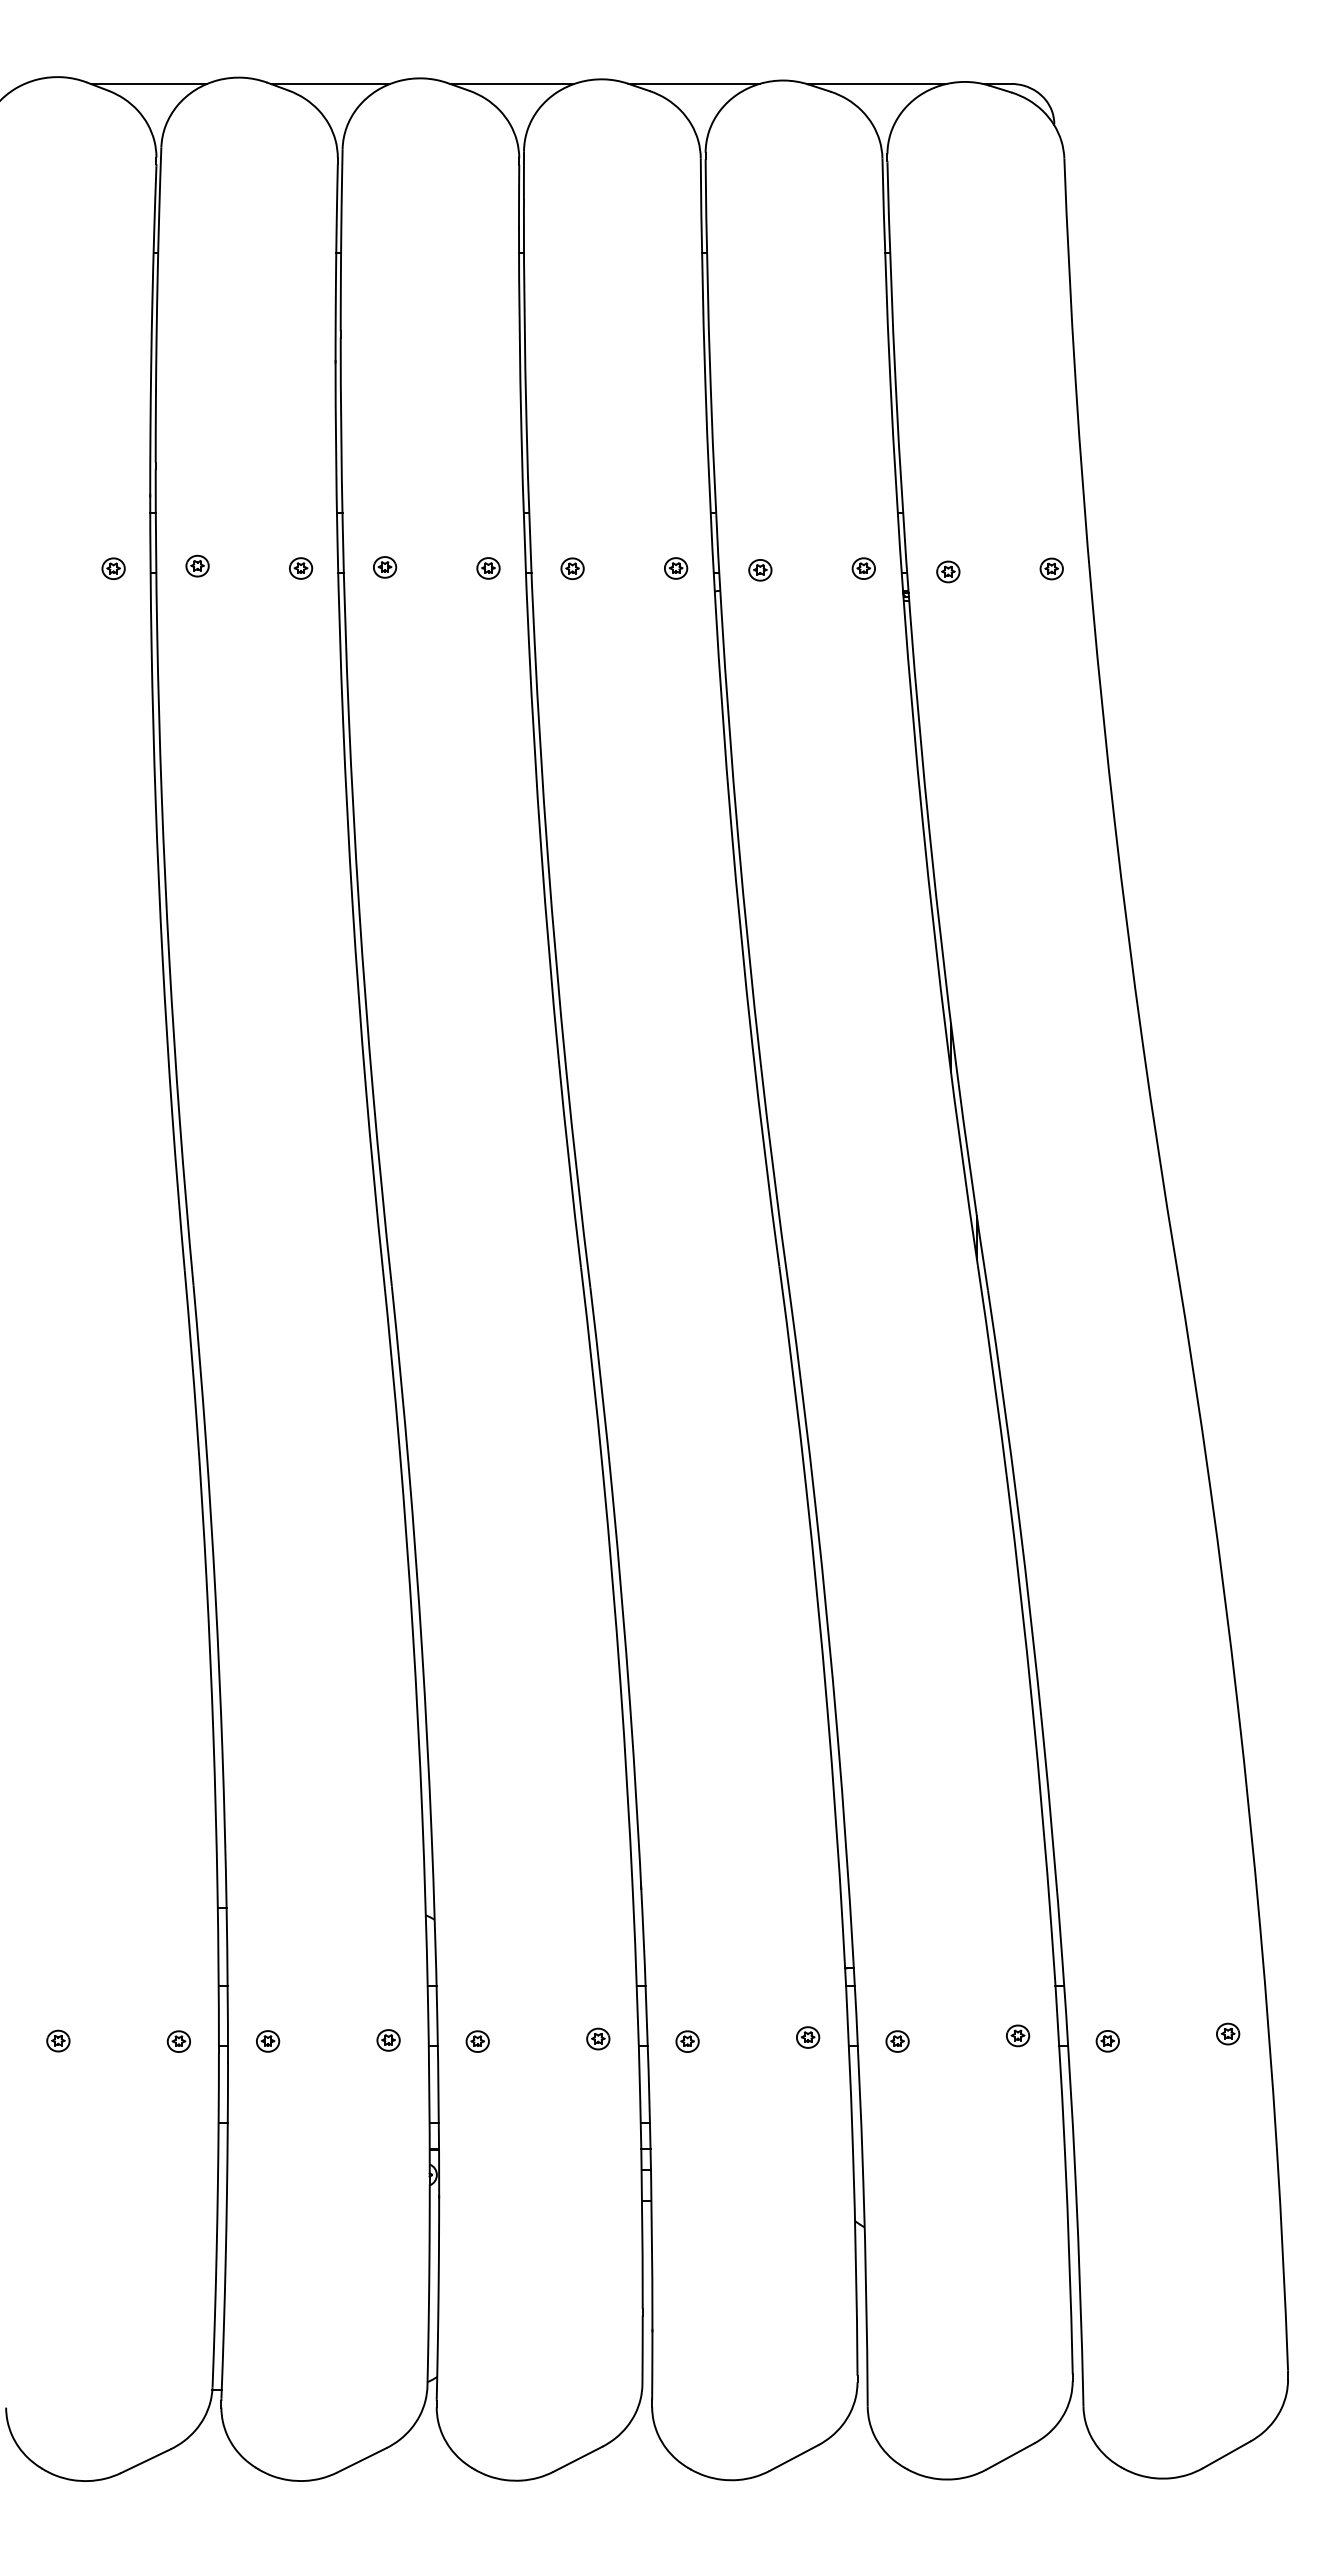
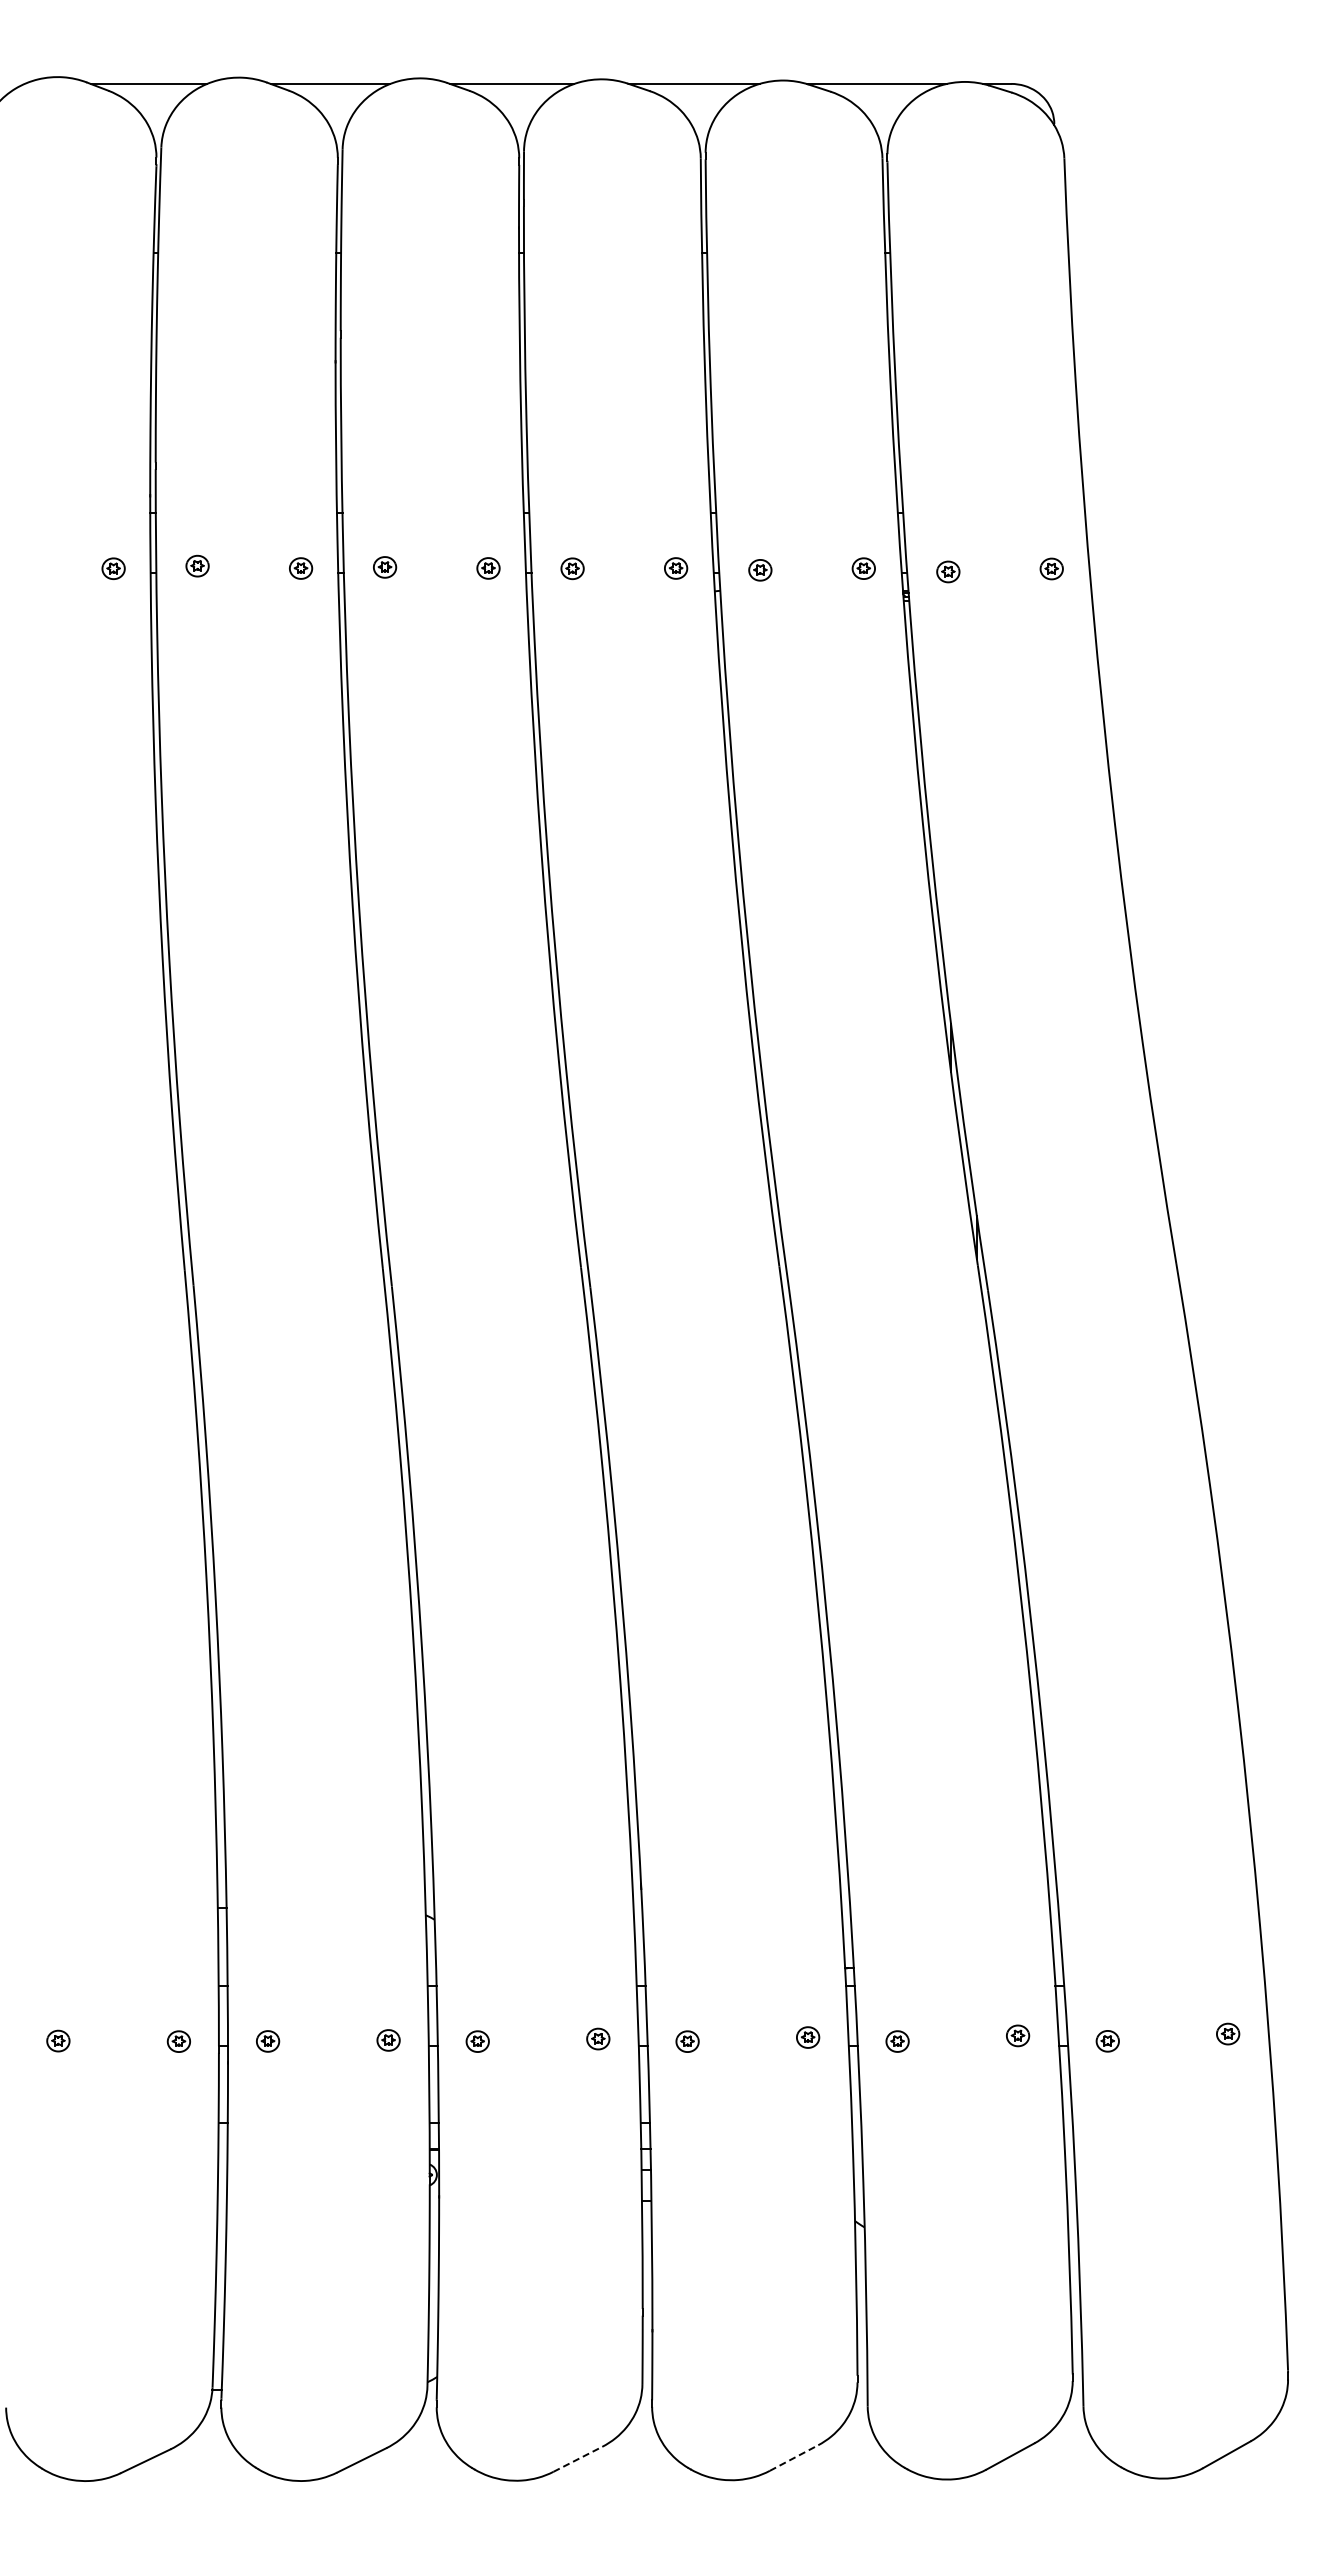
line at (794, 2457): solid -> dashed
line at (578, 2459): solid -> dashed
